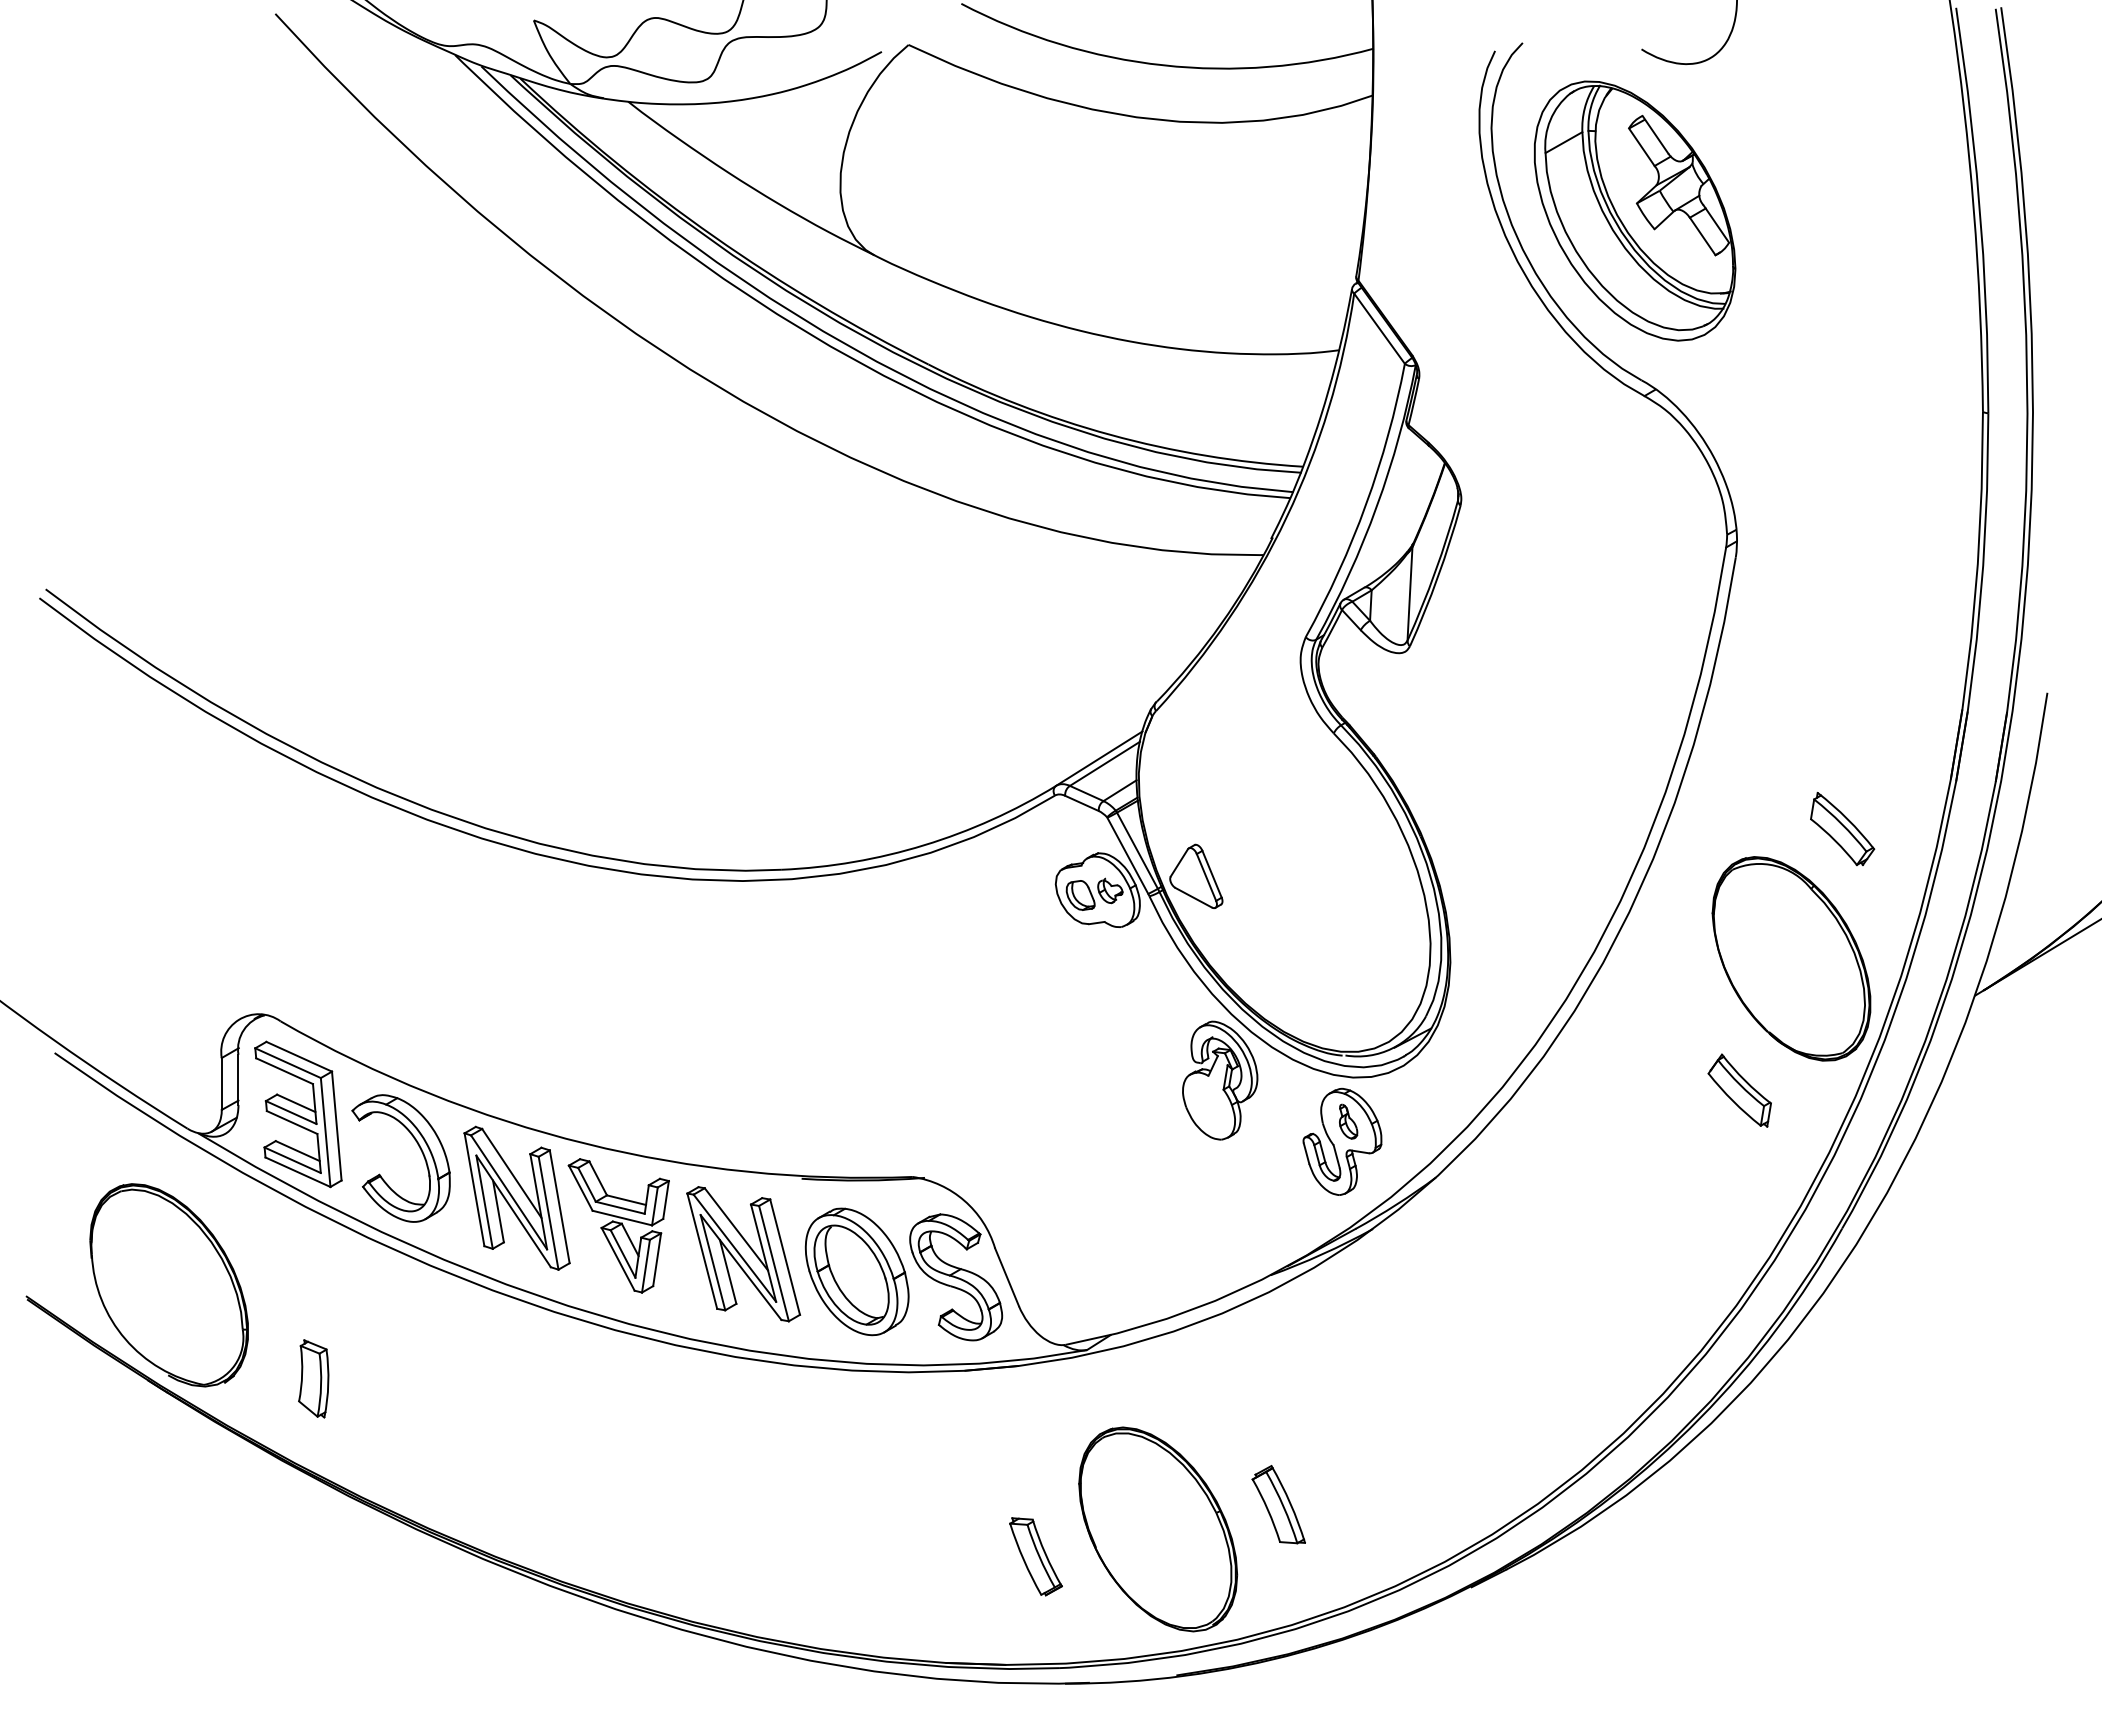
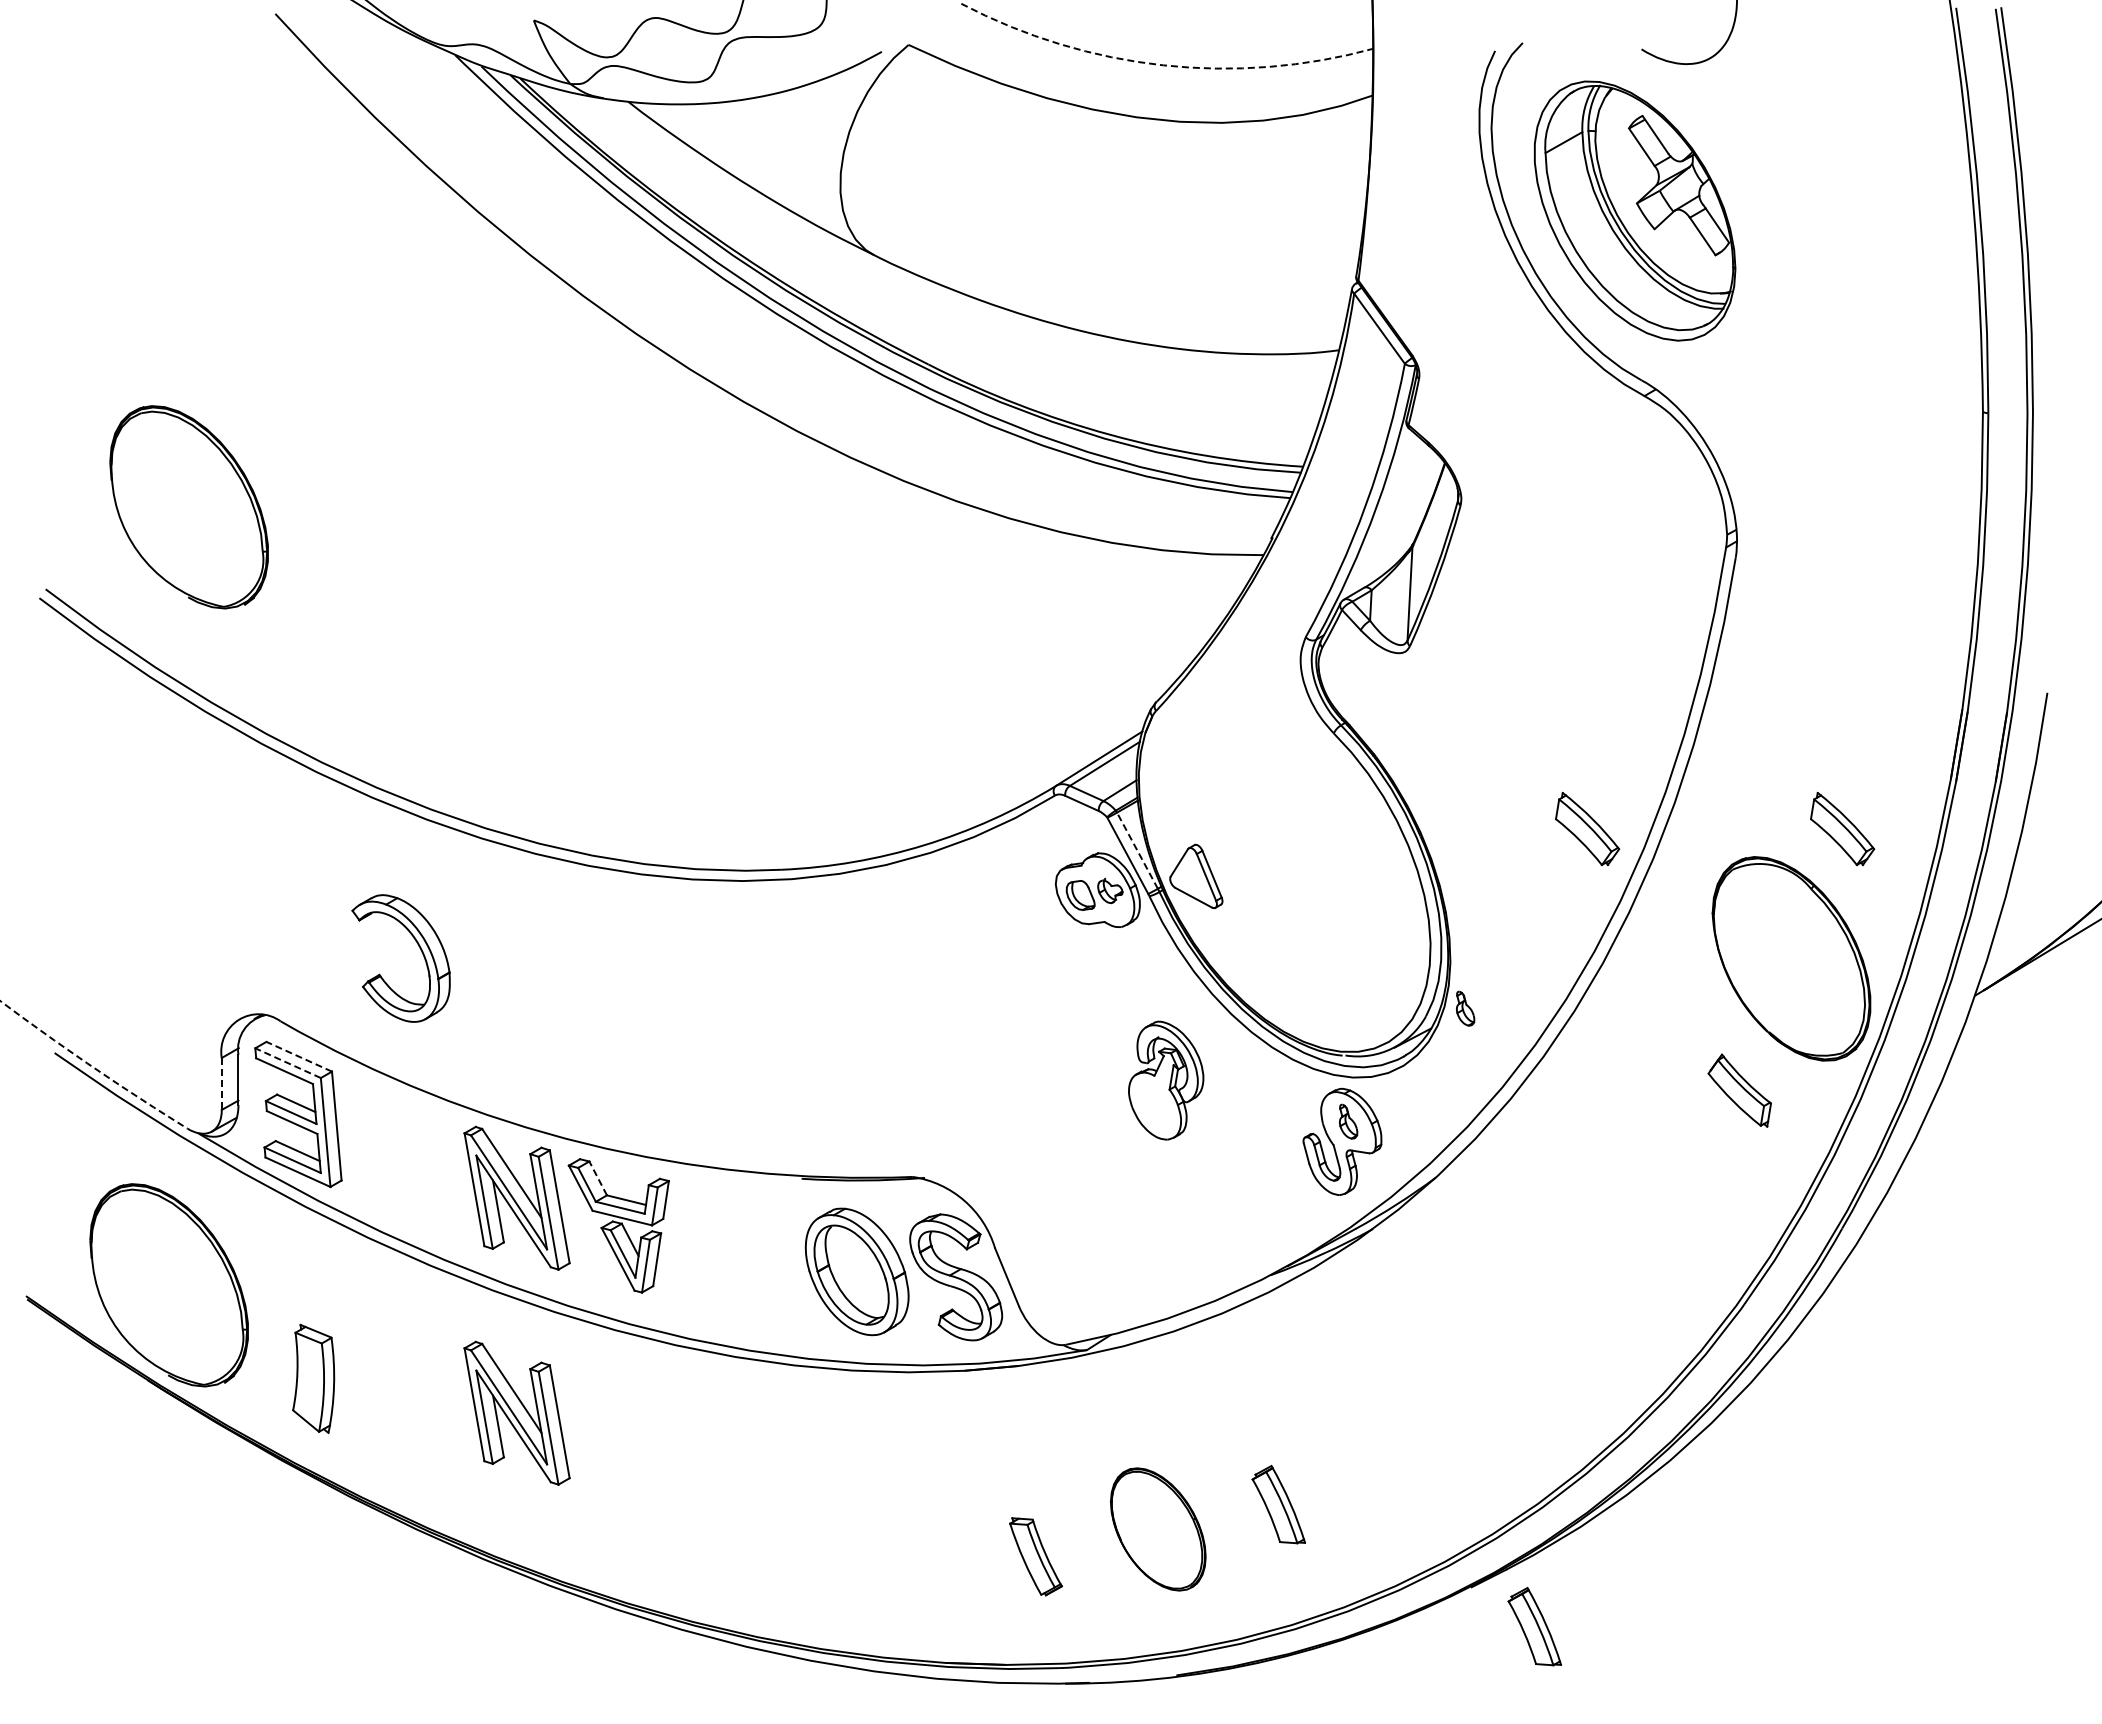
arc at (1163, 65): solid -> dashed
part at (188, 507): none -> present
part at (1587, 829): none -> present
line at (1137, 850): solid -> dashed
part at (1465, 1008): none -> present
line at (298, 1056): solid -> dashed
line at (288, 1063): solid -> dashed
arc at (92, 1066): solid -> dashed
part at (1220, 1080) position: (1220, 1080) -> (1166, 1080)
line at (221, 1083): solid -> dashed
part at (419, 1148) position: (419, 1148) -> (419, 948)
line at (597, 1178): solid -> dashed
part at (743, 1254): present -> none
part at (313, 1378) size: 32x80 px -> 44x111 px
part at (516, 1412): none -> present
part at (1158, 1529) size: 161x207 px -> 97x125 px
part at (1534, 1626): none -> present
